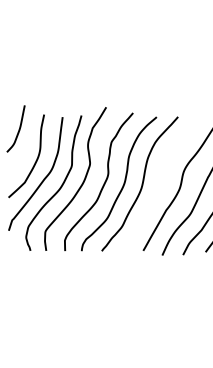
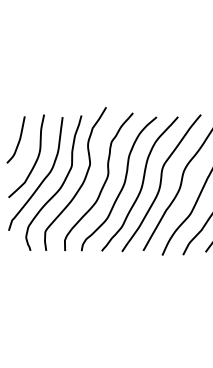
curve at (18, 129) position: (18, 129) -> (18, 140)
curve at (161, 182): none -> present
